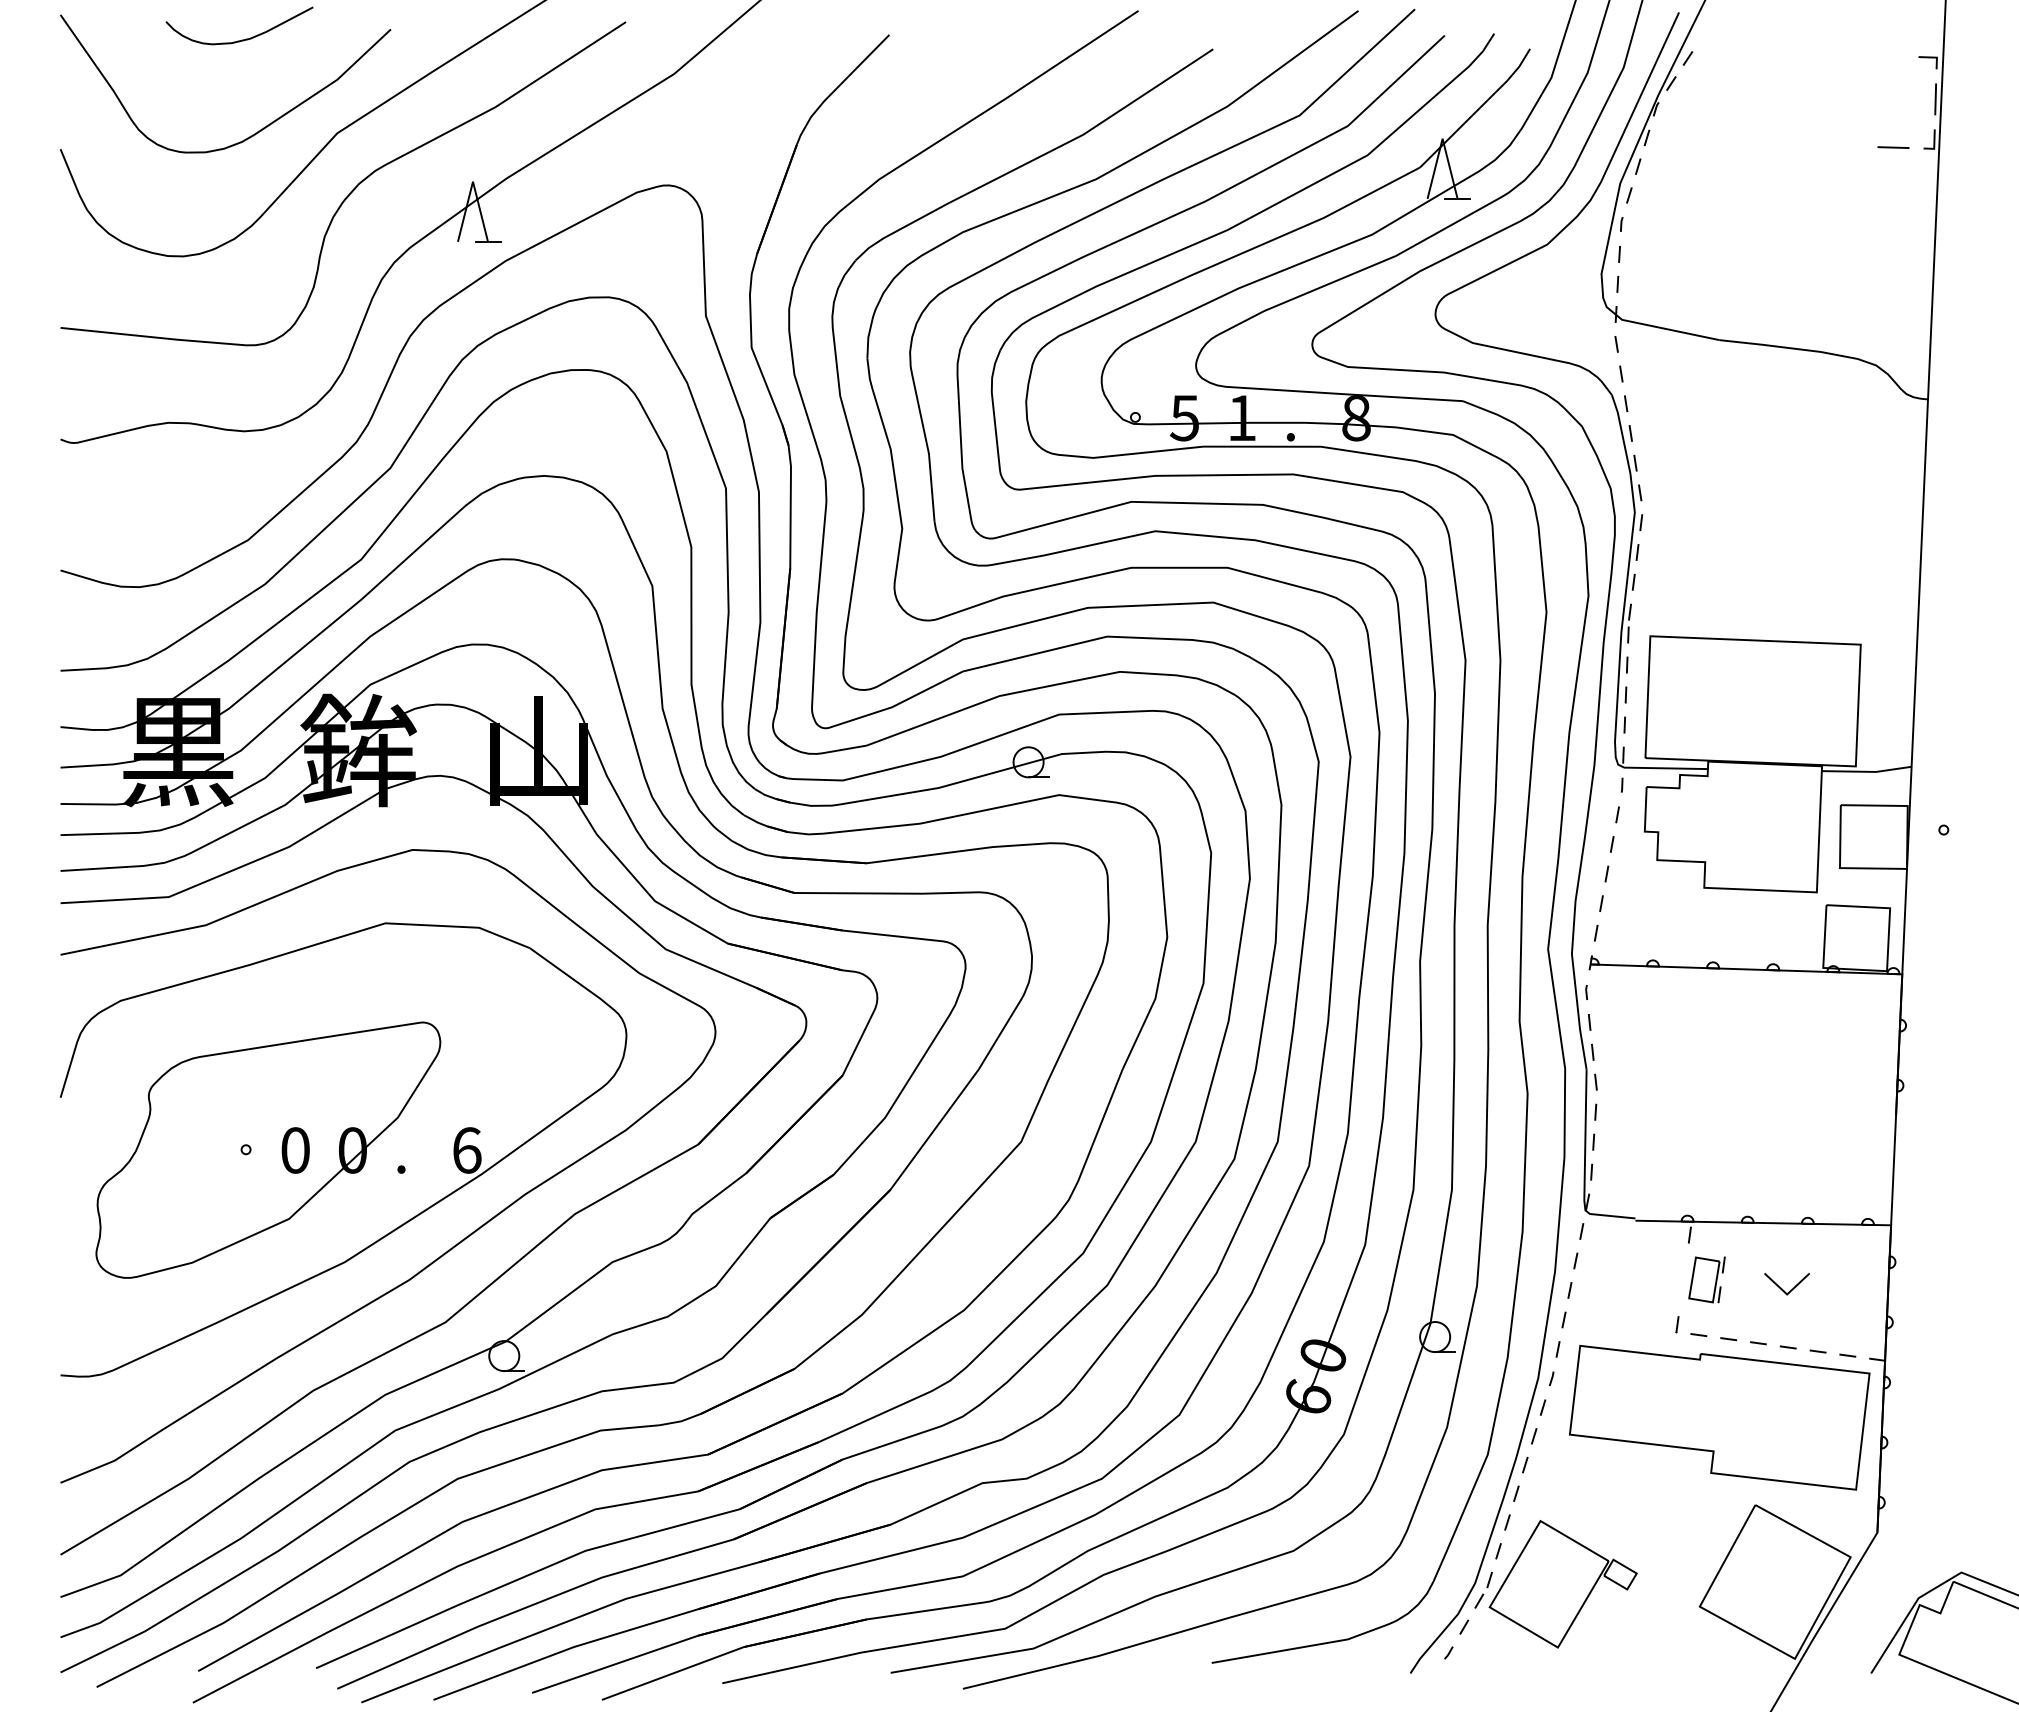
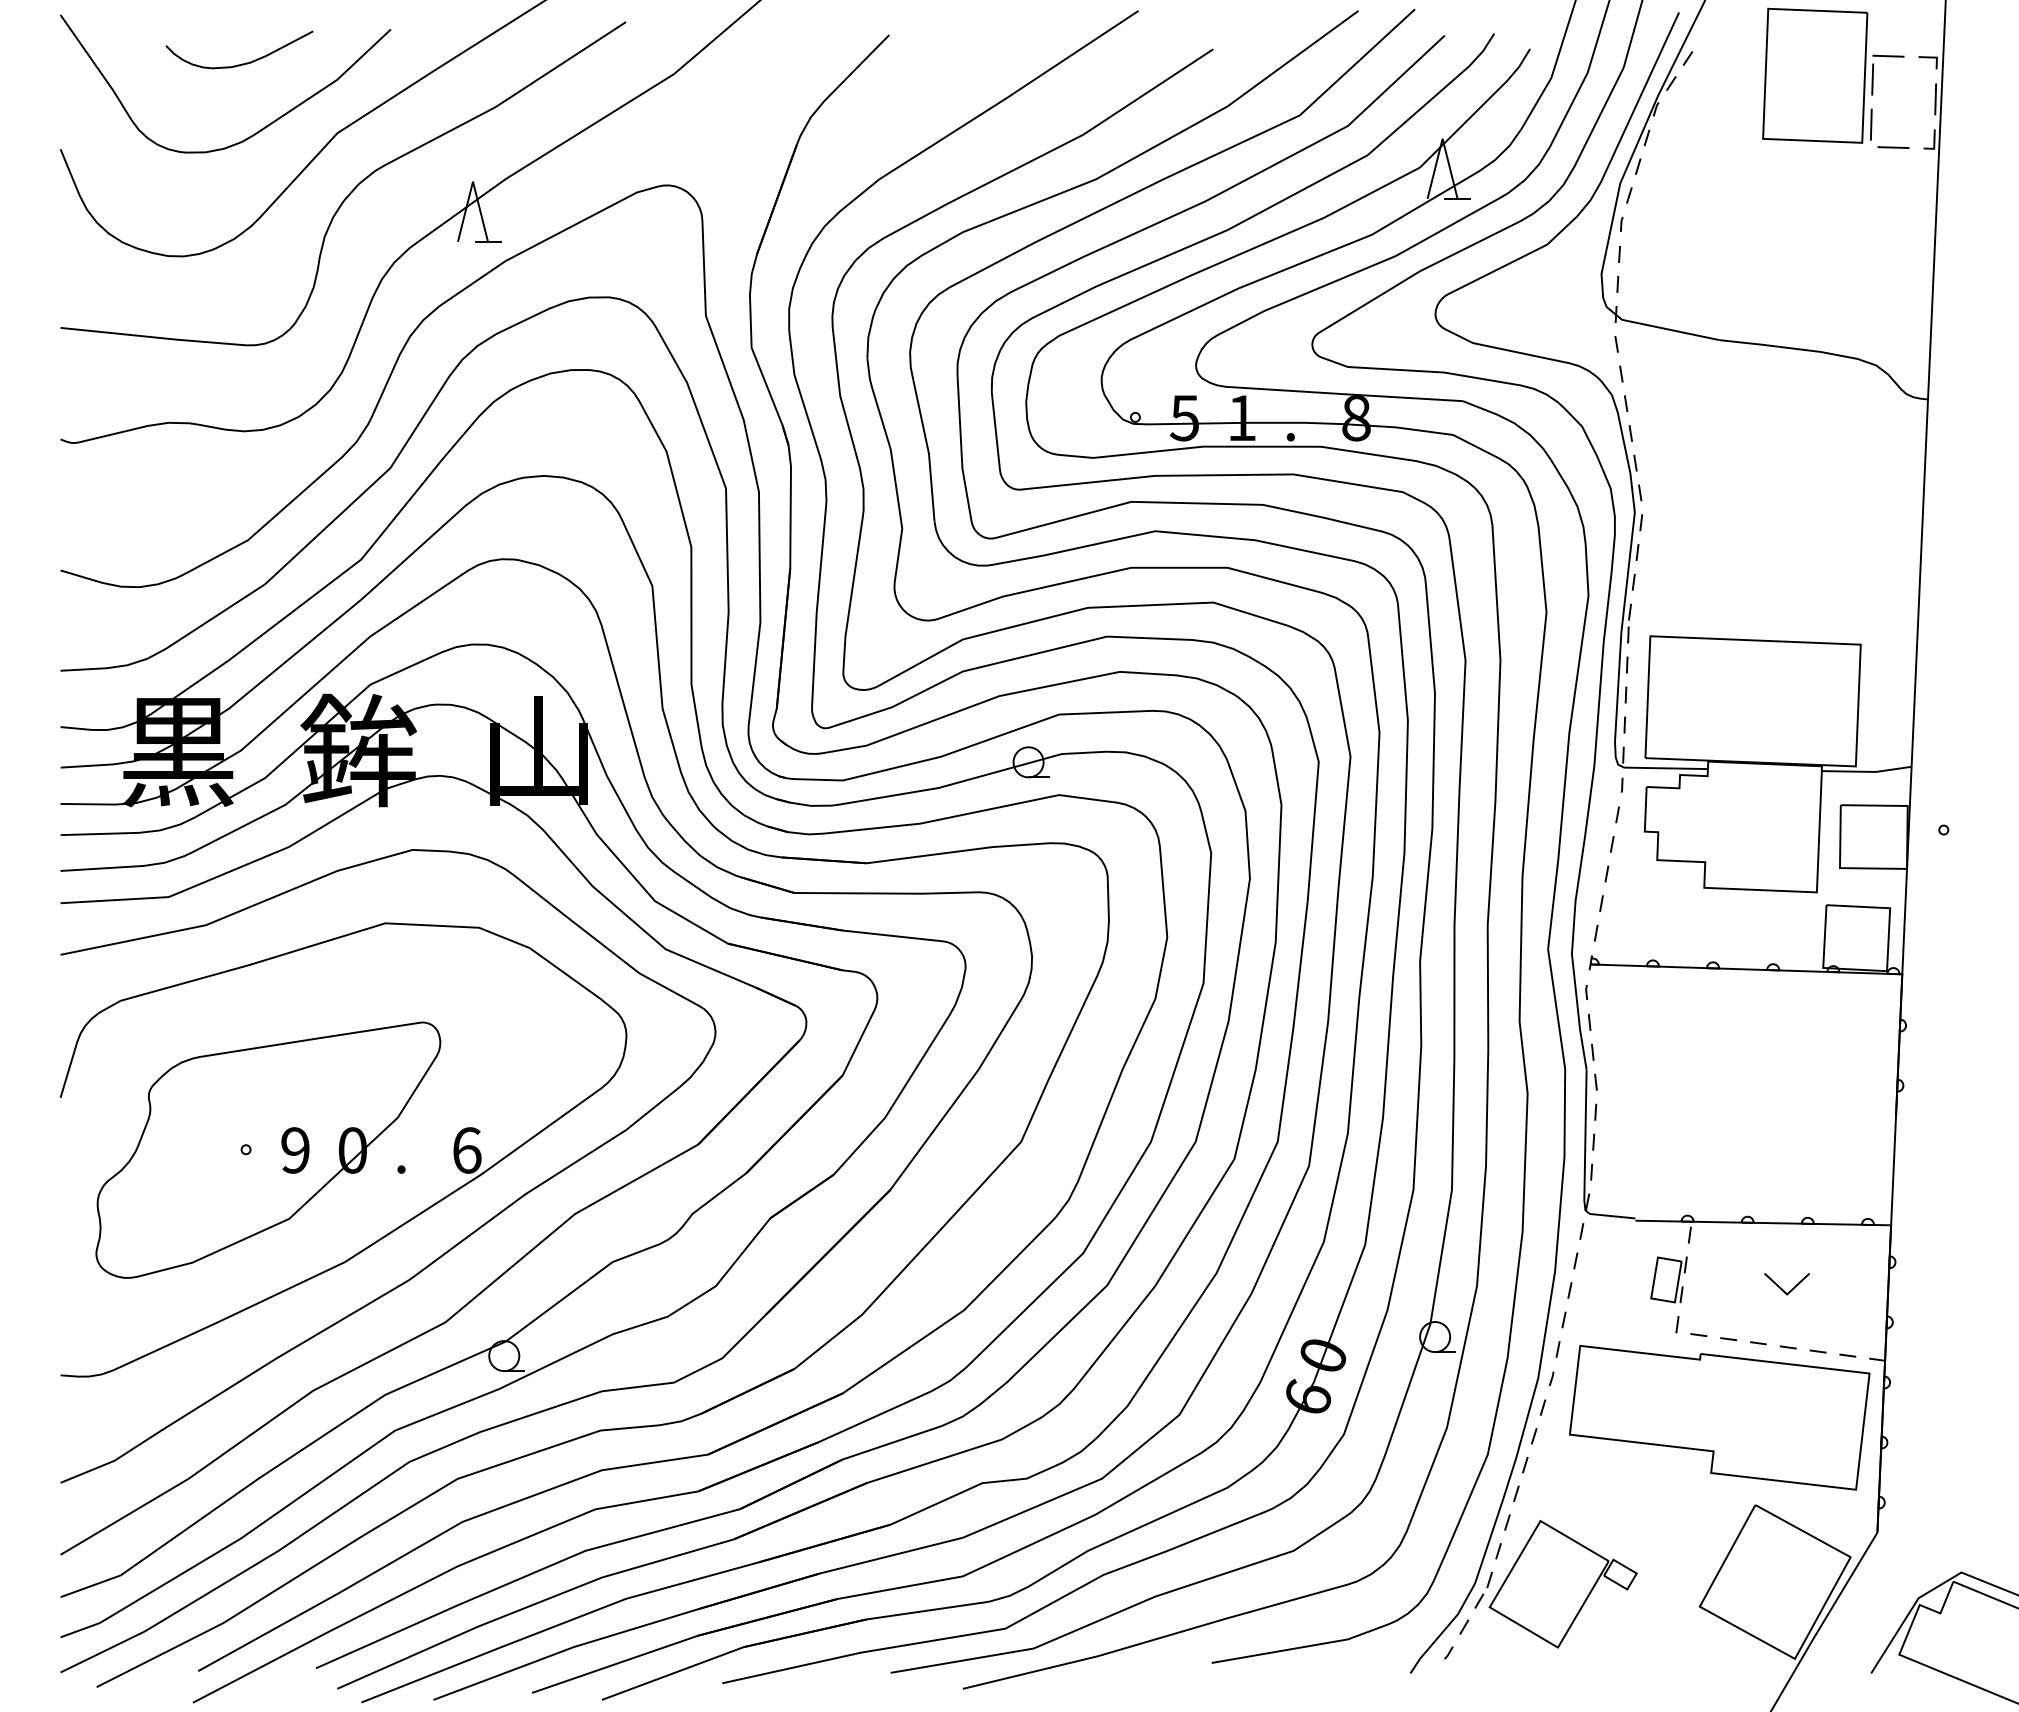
curve at (241, 39) position: (241, 39) -> (241, 63)
part at (1833, 75): none -> present
text at (295, 1150): 0 -> 9
part at (1706, 1279) position: (1706, 1279) -> (1668, 1279)
